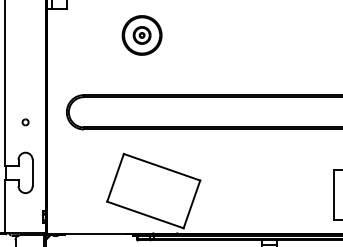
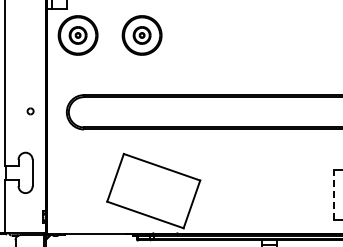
part at (77, 35): none -> present
part at (25, 122) position: (25, 122) -> (30, 111)
line at (334, 194): solid -> dashed
